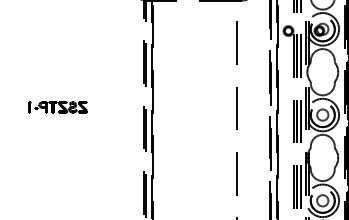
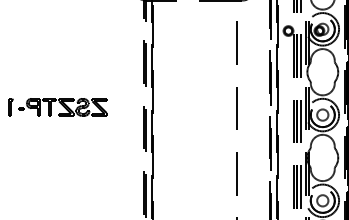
part at (57, 107) size: 60x13 px -> 100x19 px
